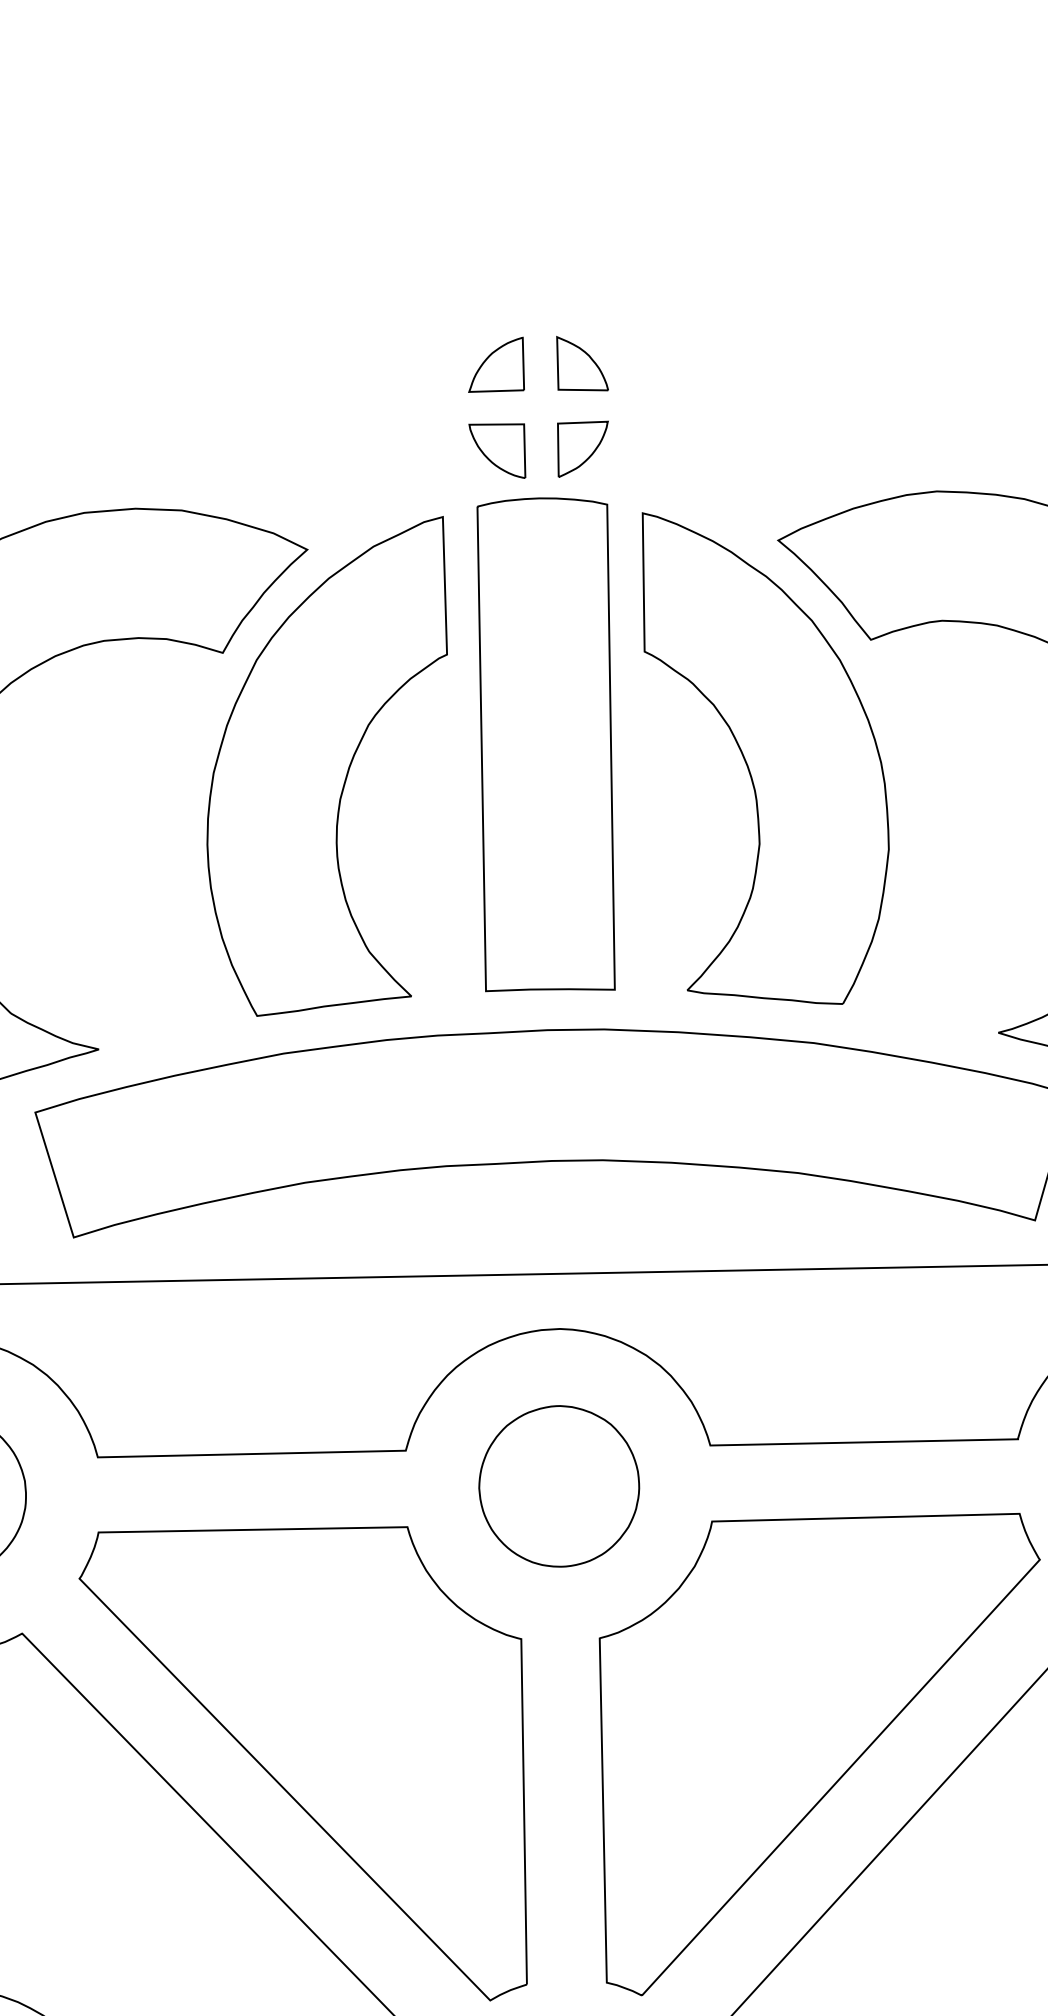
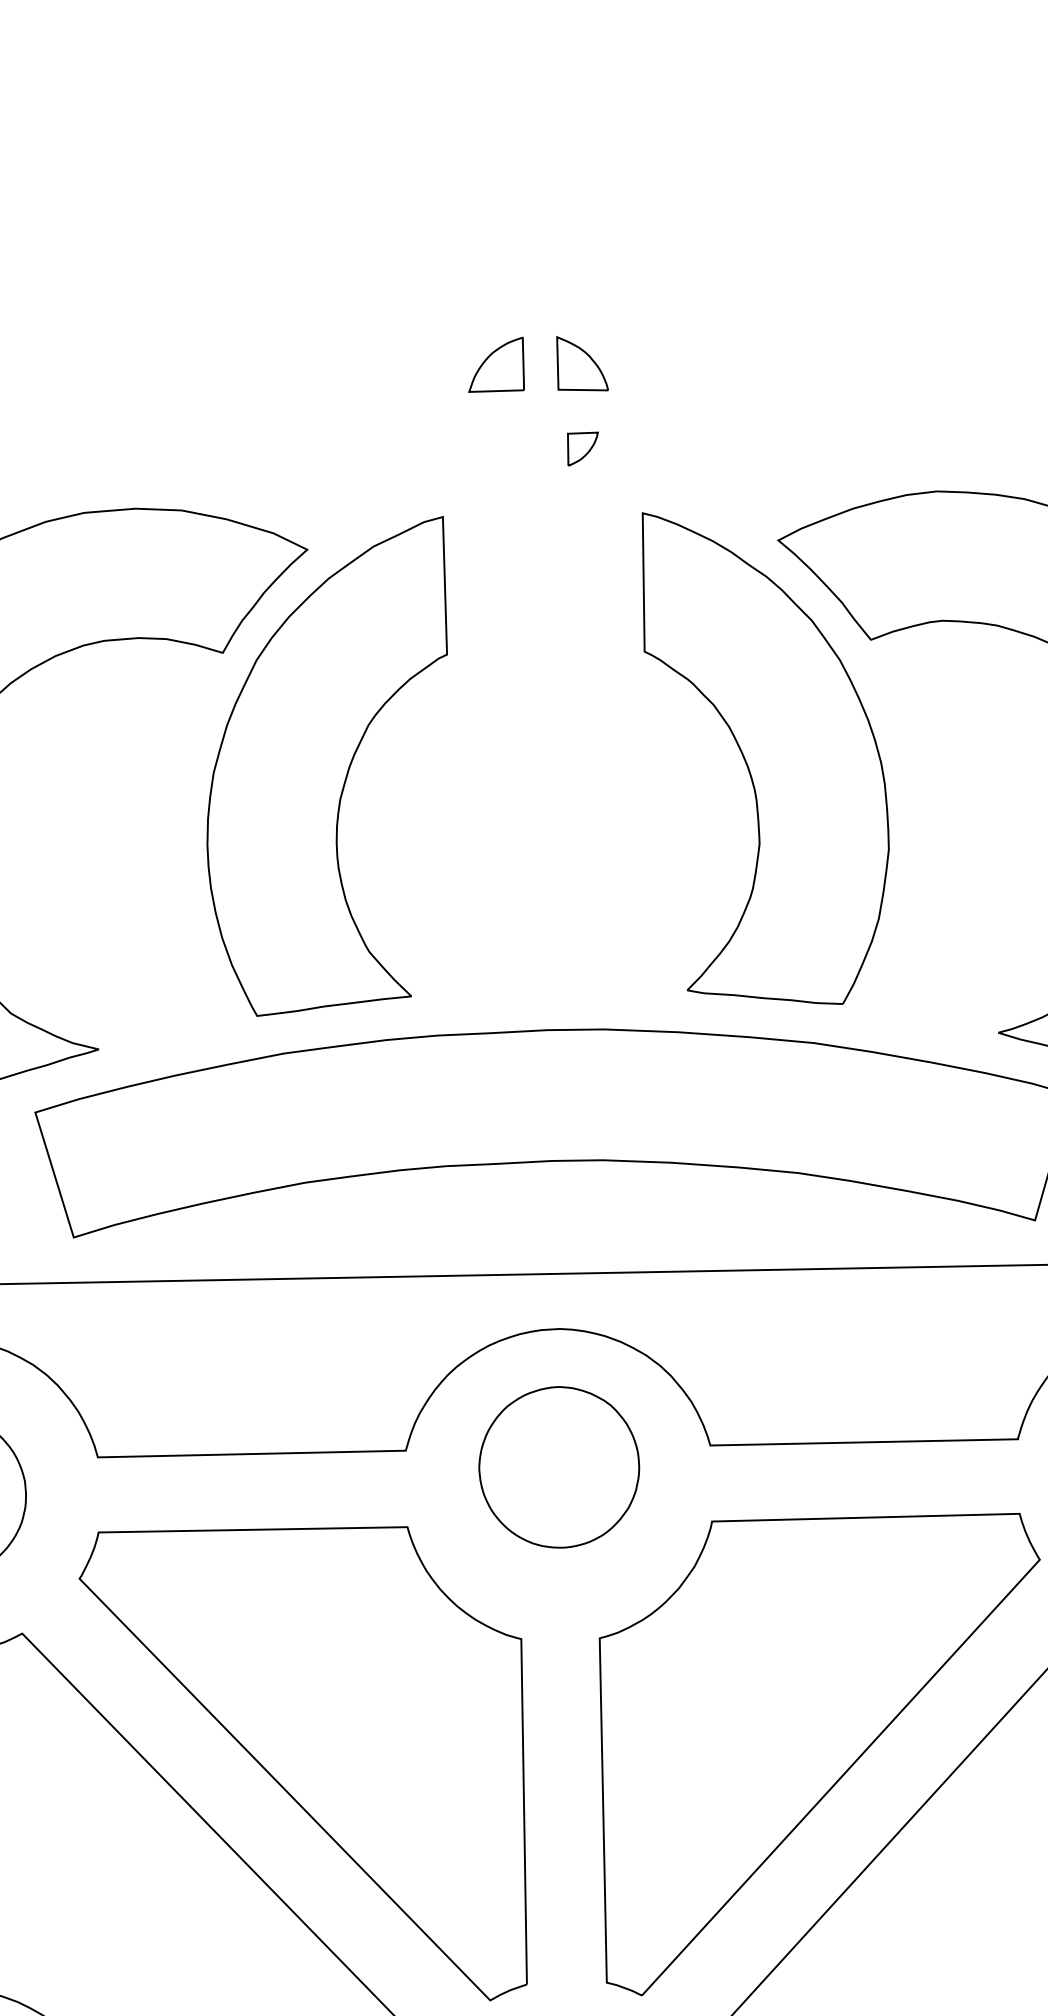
part at (582, 448) size: 52x58 px -> 32x36 px
part at (497, 450): present -> none
part at (545, 744): present -> none
part at (559, 1486) position: (559, 1486) -> (559, 1467)
